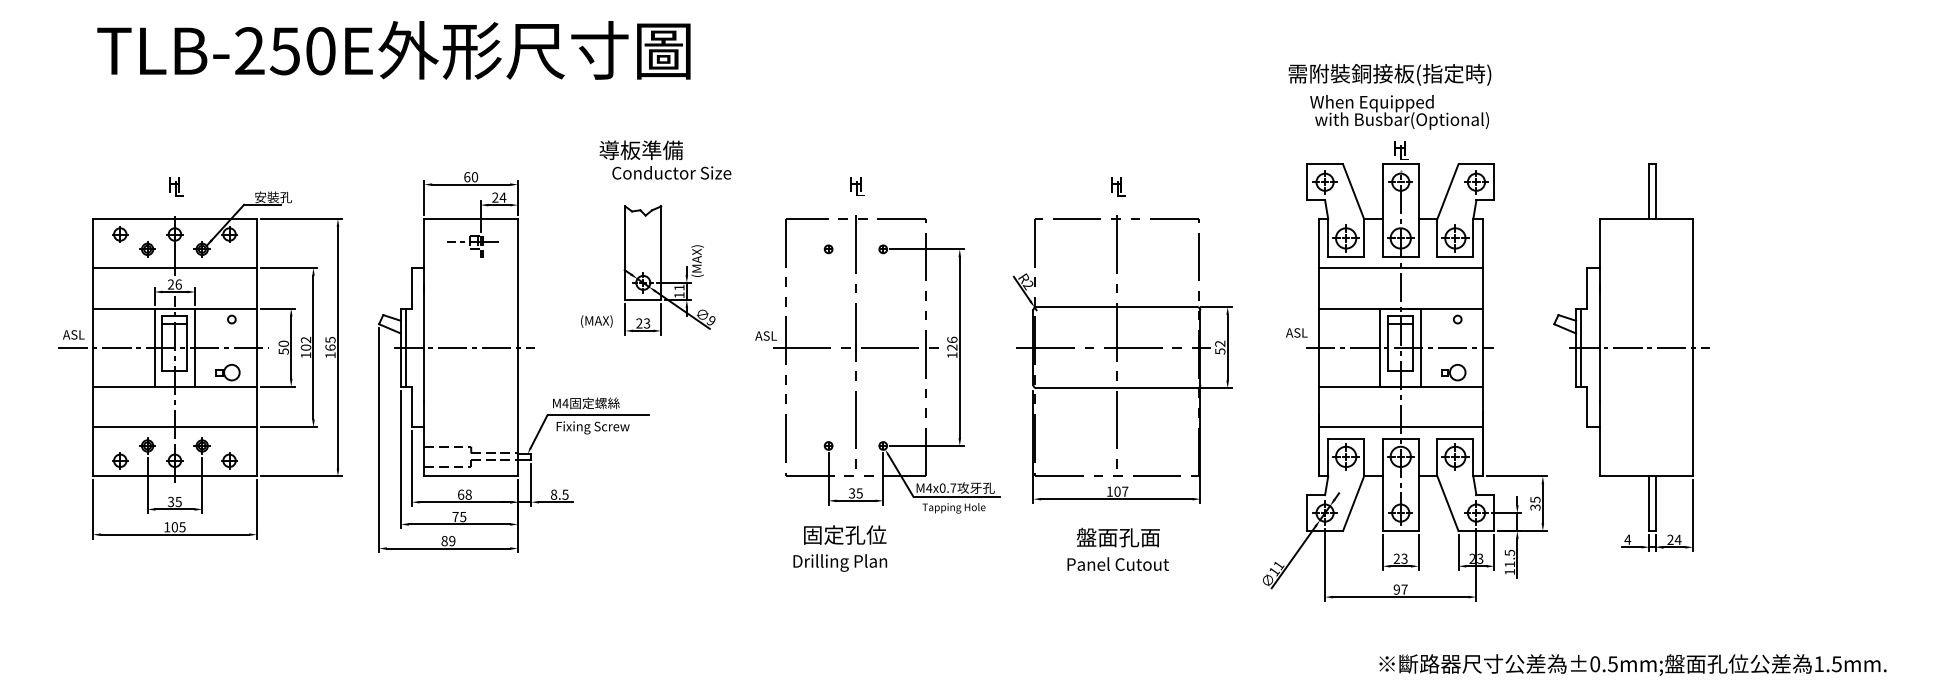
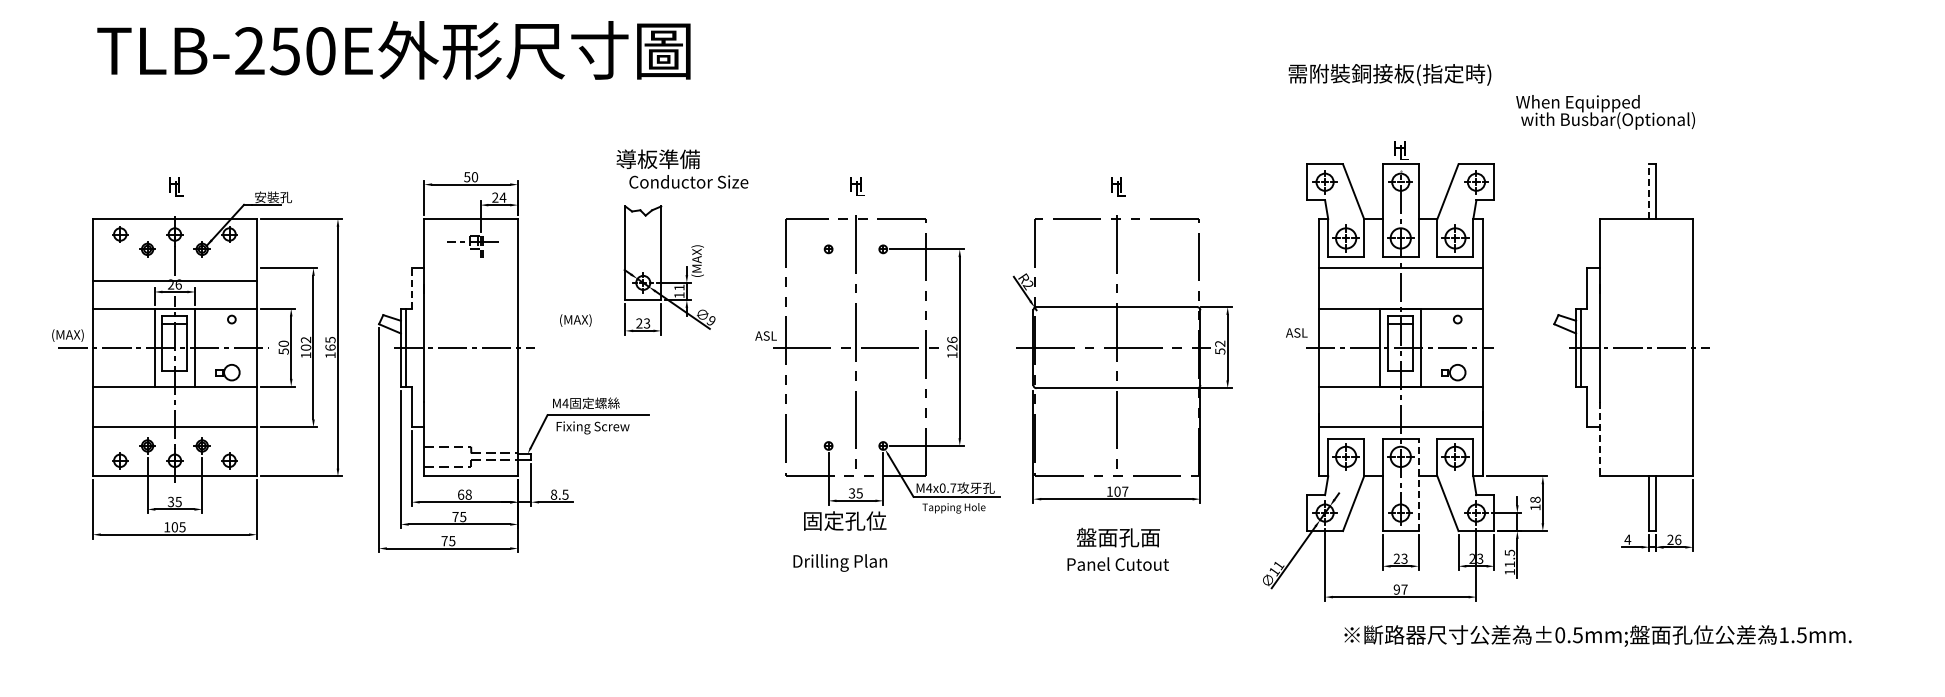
text at (1399, 112) position: (1399, 112) -> (1605, 112)
text at (665, 159) position: (665, 159) -> (682, 168)
text at (467, 177): 60 -> 50
line at (1649, 191): solid -> dashed
line at (174, 268) position: (174, 268) -> (174, 281)
line at (411, 287): solid -> dashed
text at (596, 321) position: (596, 321) -> (575, 320)
text at (68, 335): ASL -> (MAX)
line at (1599, 439): solid -> dashed
line at (1418, 484): solid -> dashed
text at (1535, 503): 35 -> 18
text at (845, 534) position: (845, 534) -> (845, 520)
text at (1677, 539): 24 -> 26
text at (448, 541): 89 -> 75
text at (1632, 664) position: (1632, 664) -> (1597, 635)
